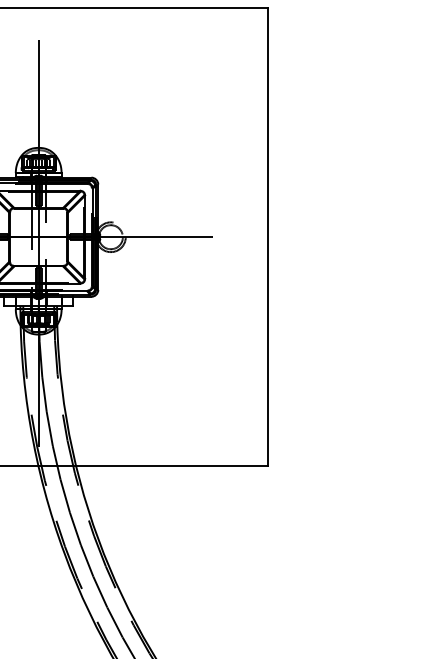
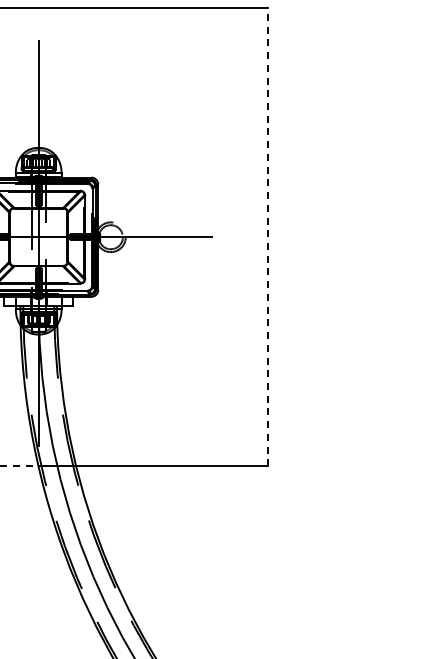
line at (267, 236): solid -> dashed
line at (19, 466): solid -> dashed
